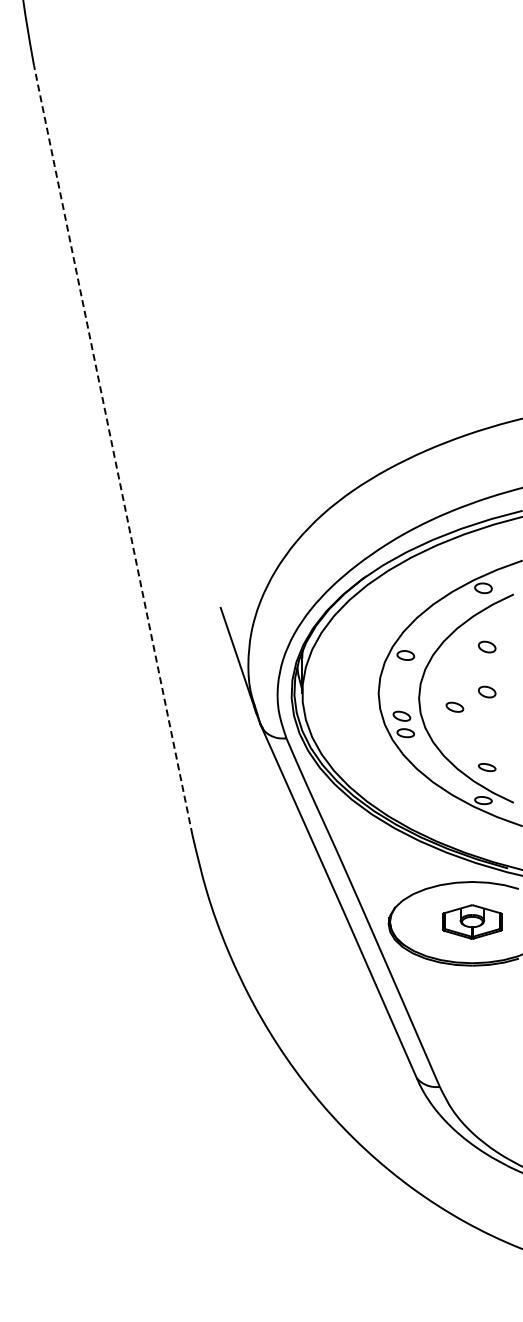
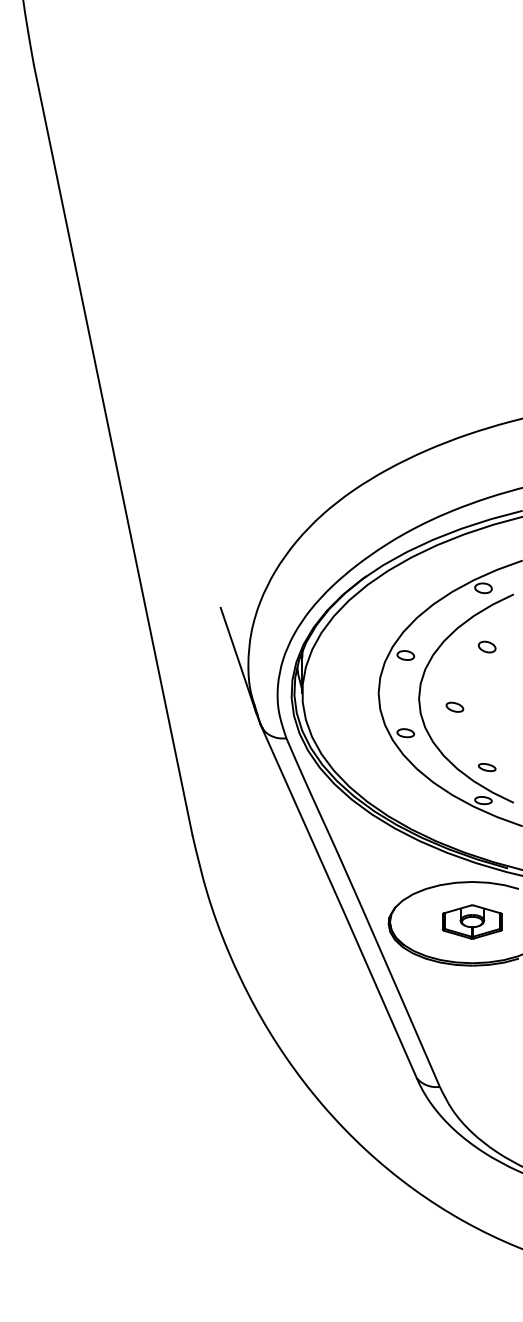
line at (113, 450): dashed -> solid
part at (487, 691): present -> none
part at (401, 715): present -> none
